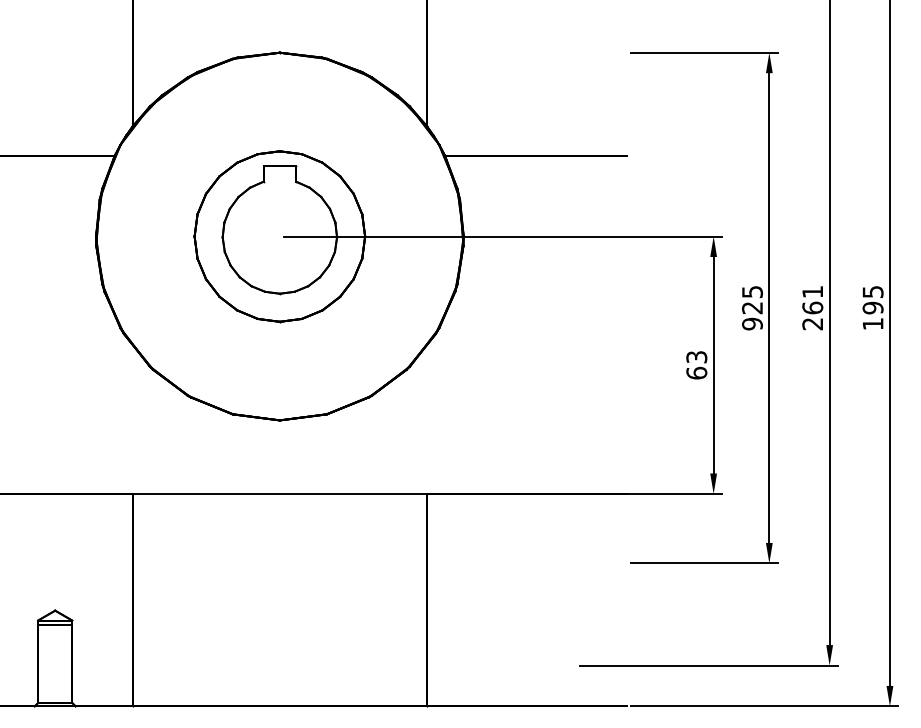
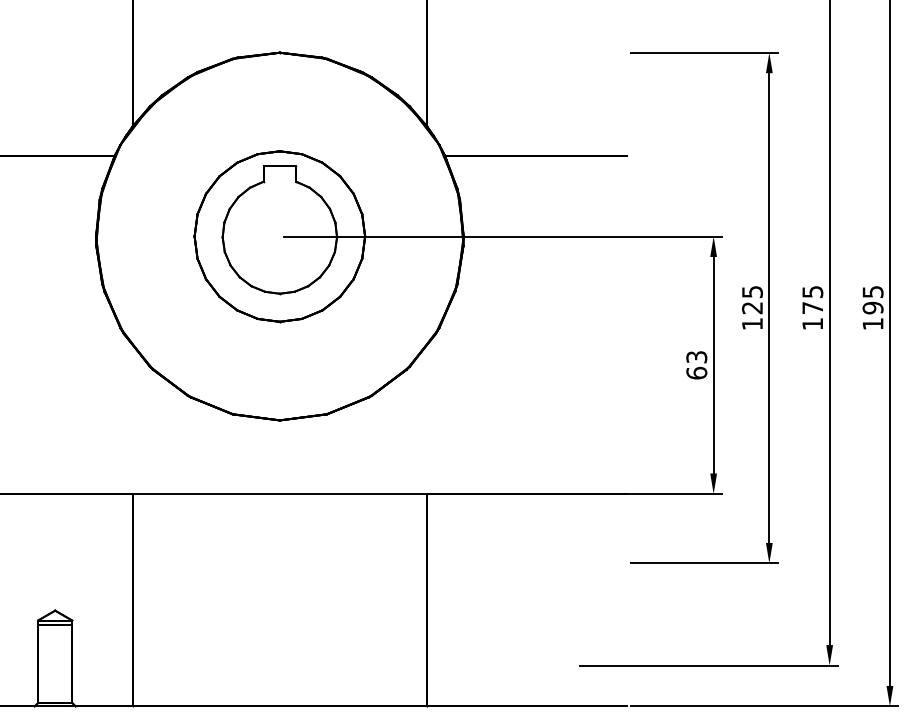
text at (812, 308): 261 -> 175
text at (752, 323): 925 -> 125
